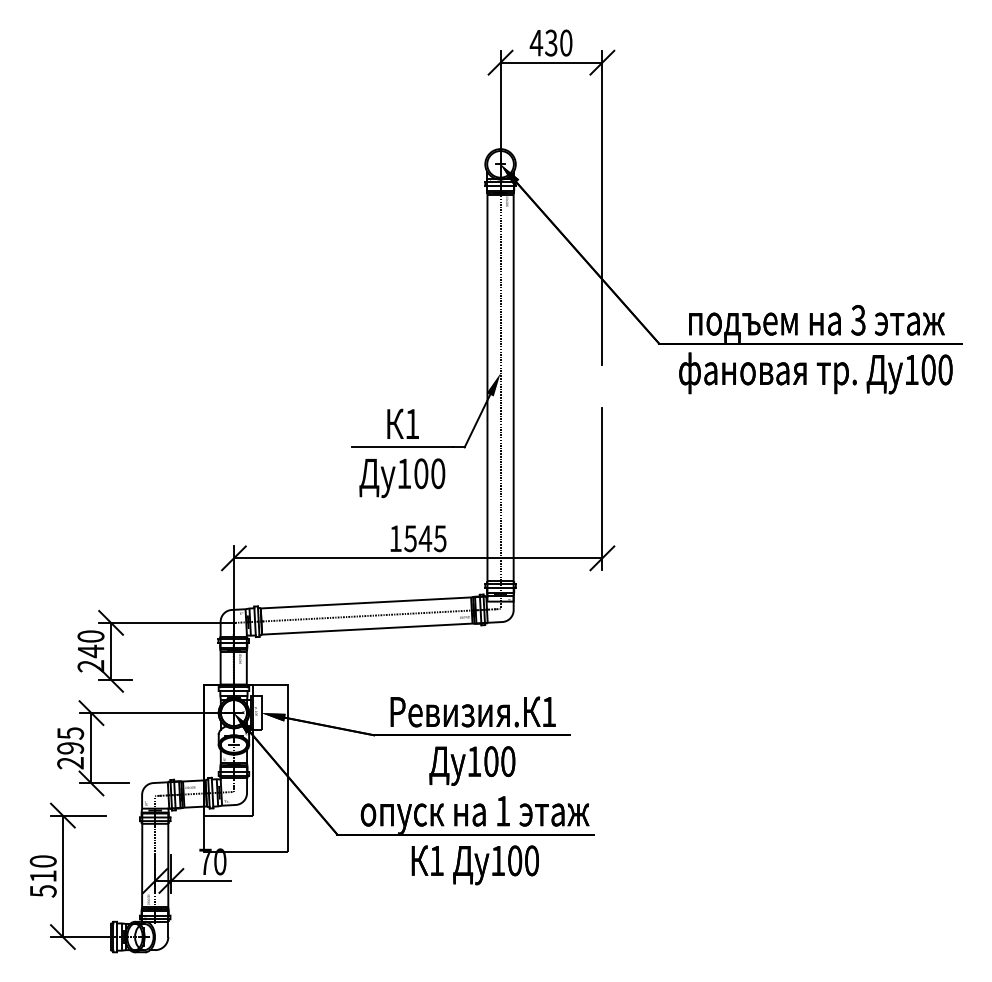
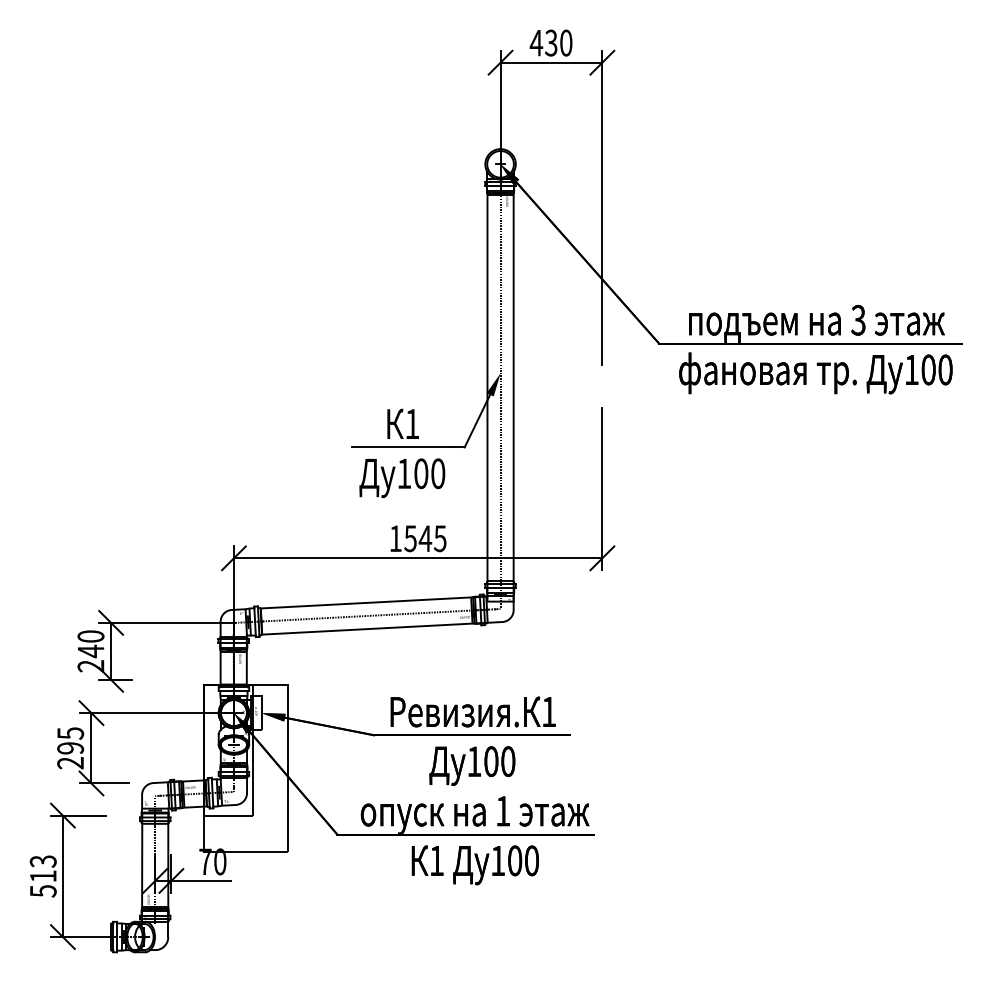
text at (42, 861): 510 -> 513
